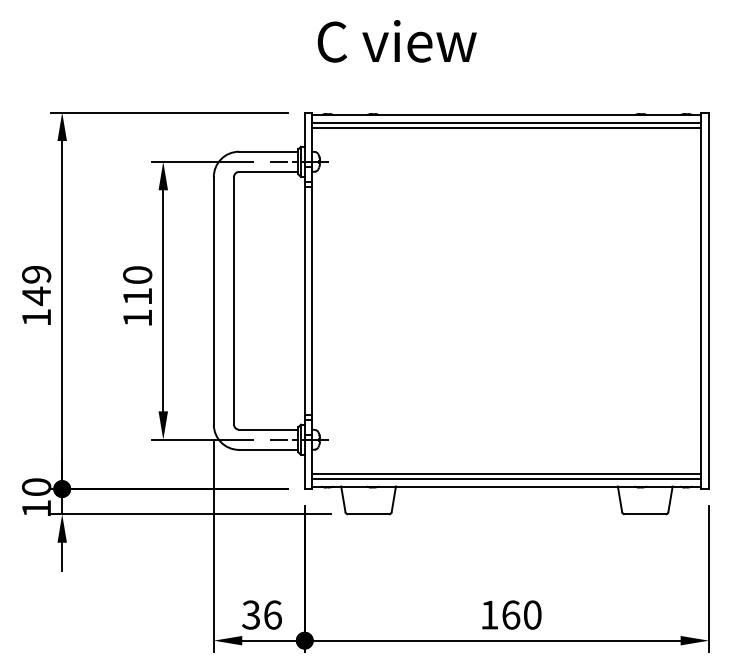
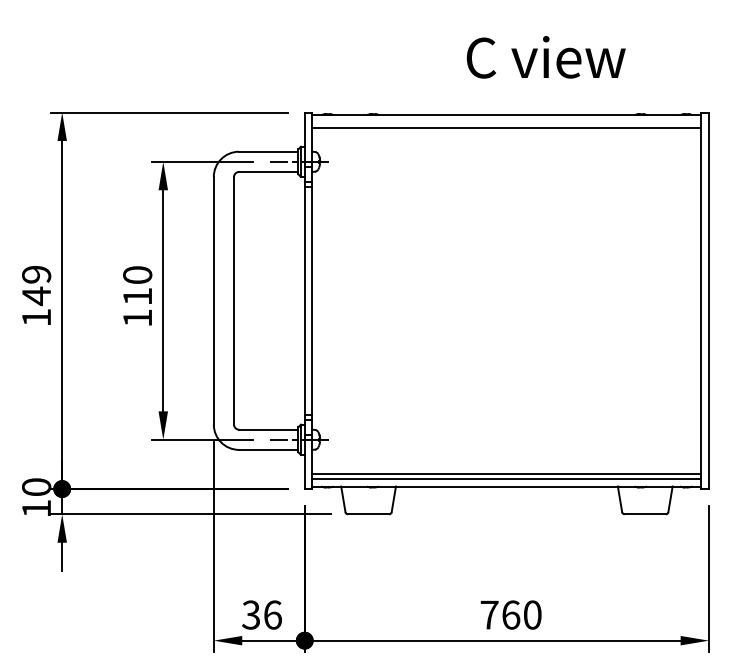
text at (396, 41) position: (396, 41) -> (545, 57)
line at (506, 122): present -> none
text at (489, 614): 160 -> 760
